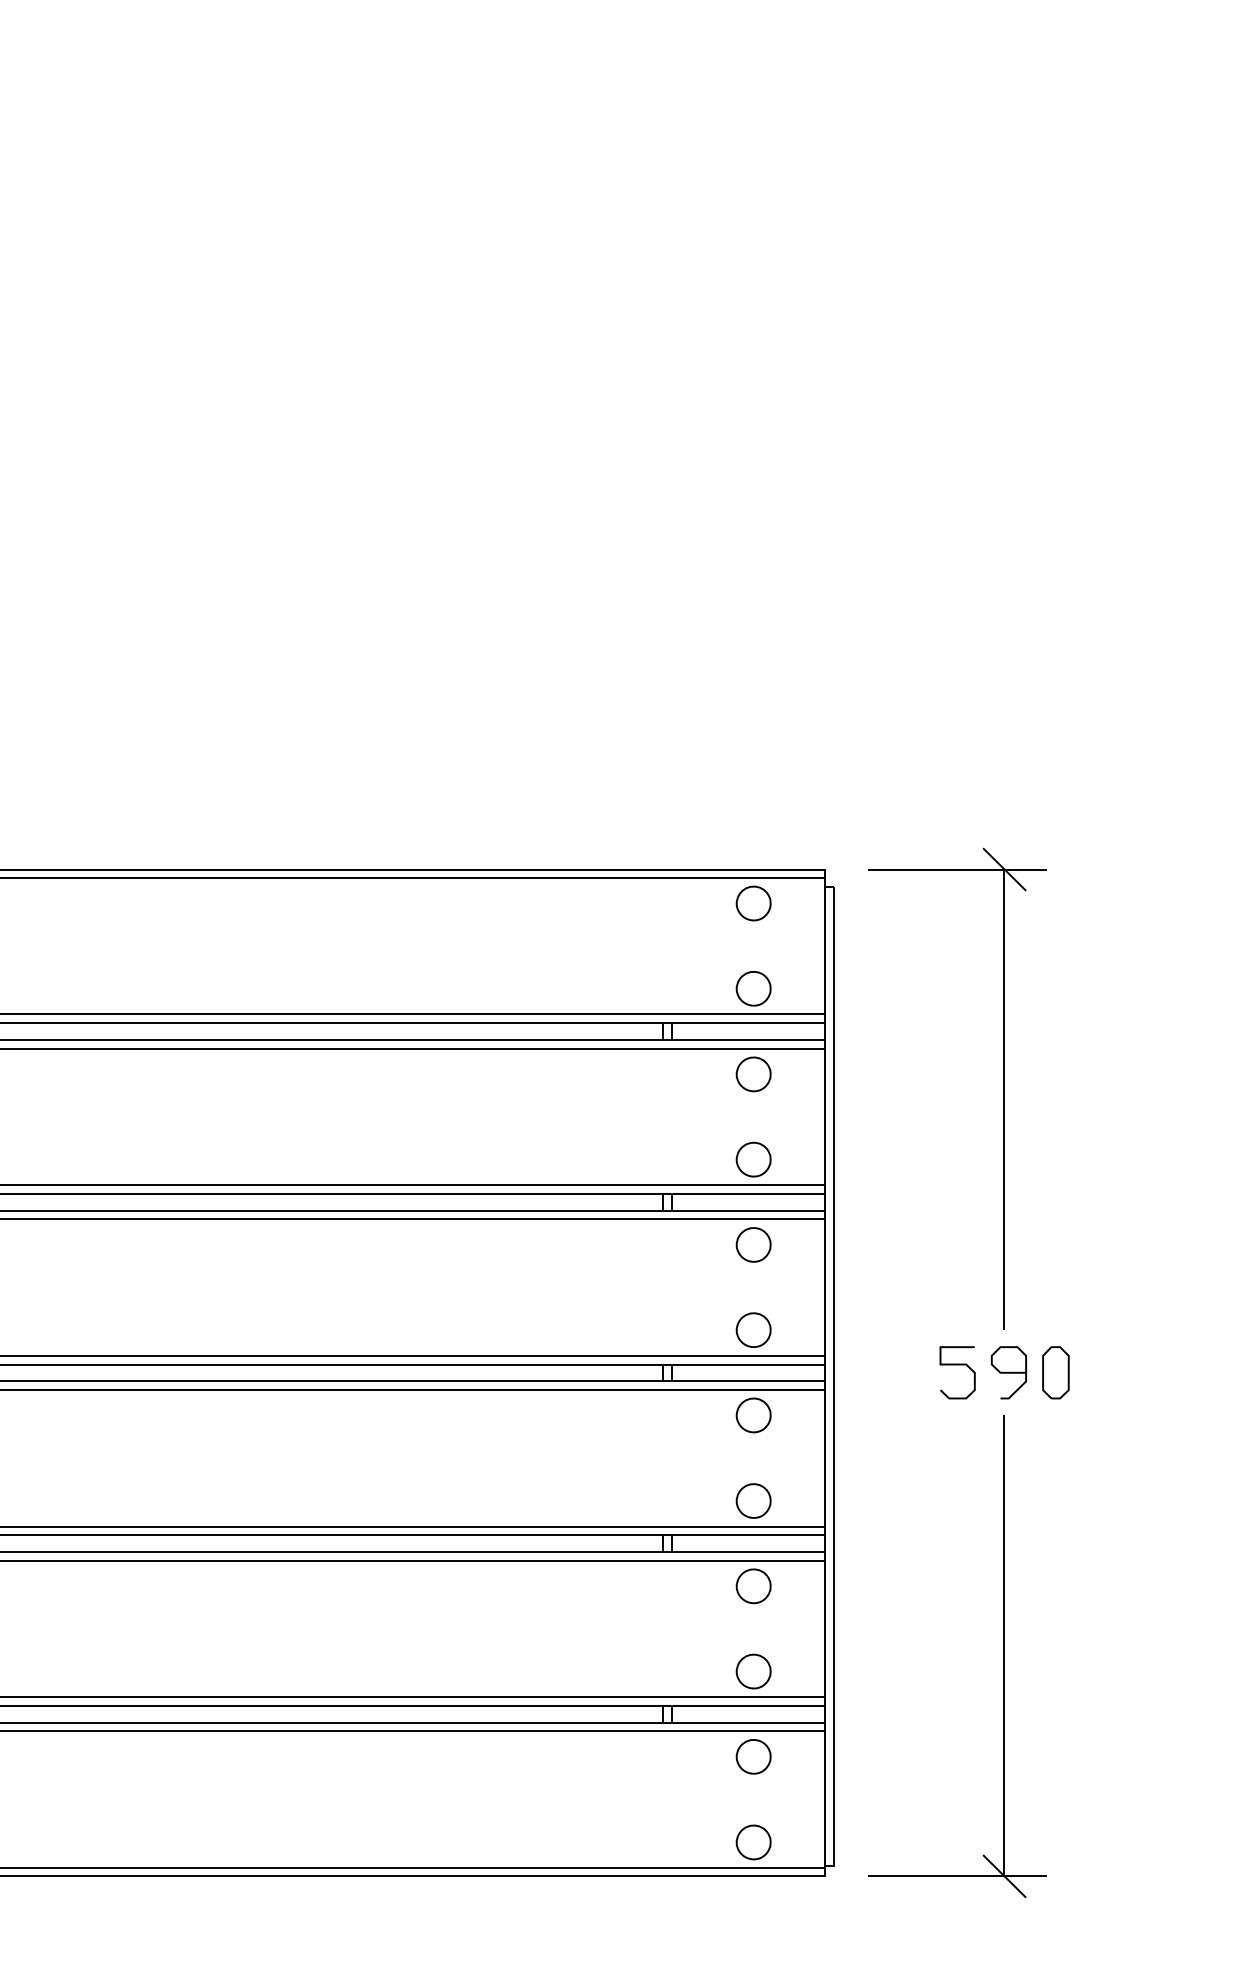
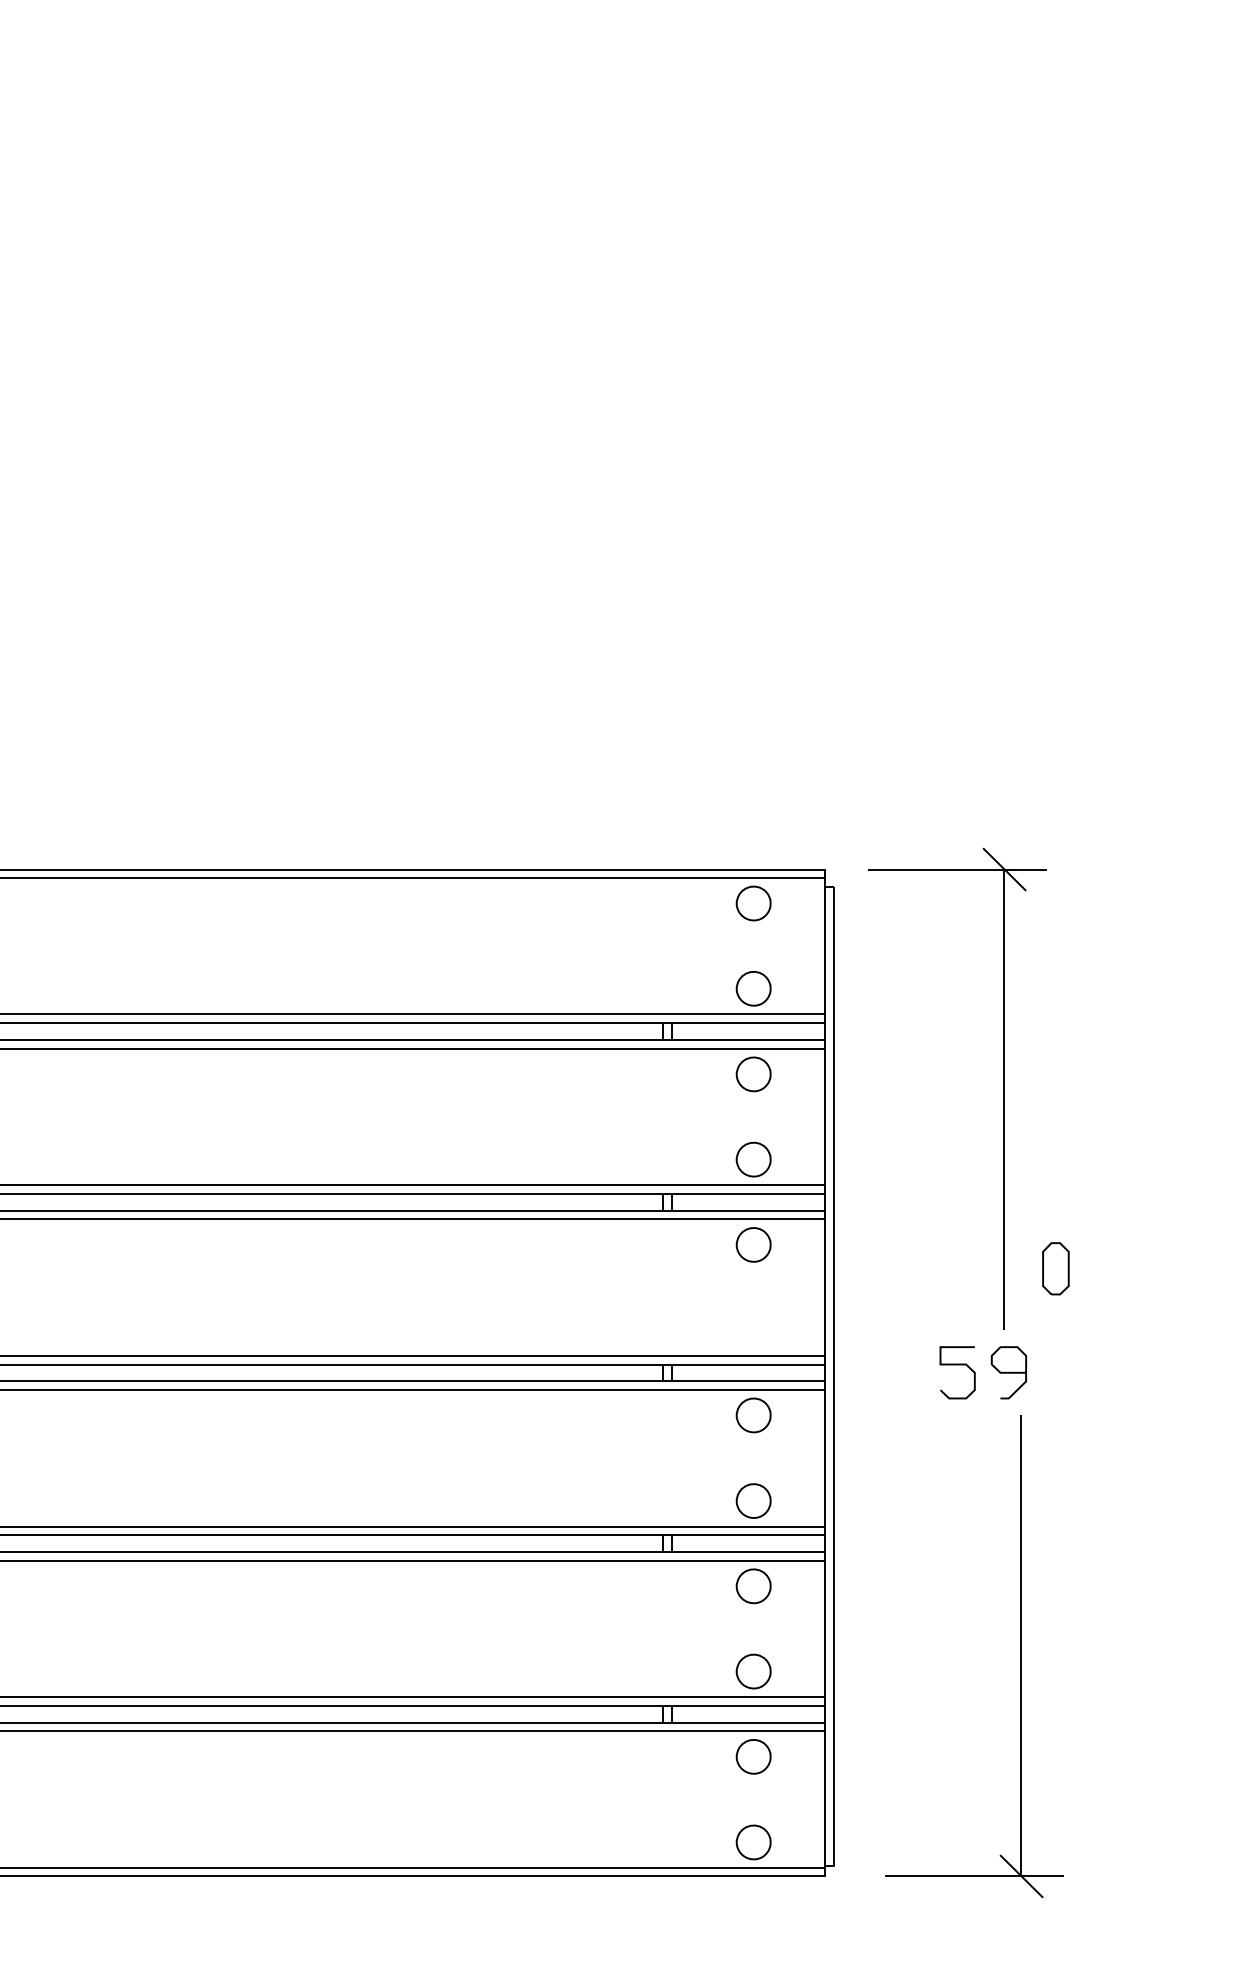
part at (753, 1329): present -> none
part at (1055, 1372) position: (1055, 1372) -> (1055, 1268)
part at (1003, 1656) position: (1003, 1656) -> (1020, 1656)
